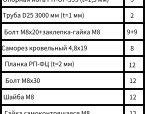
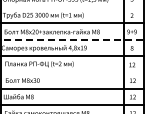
line at (71, 7): present -> none
line at (72, 39): solid -> dashed
line at (71, 72): present -> none
